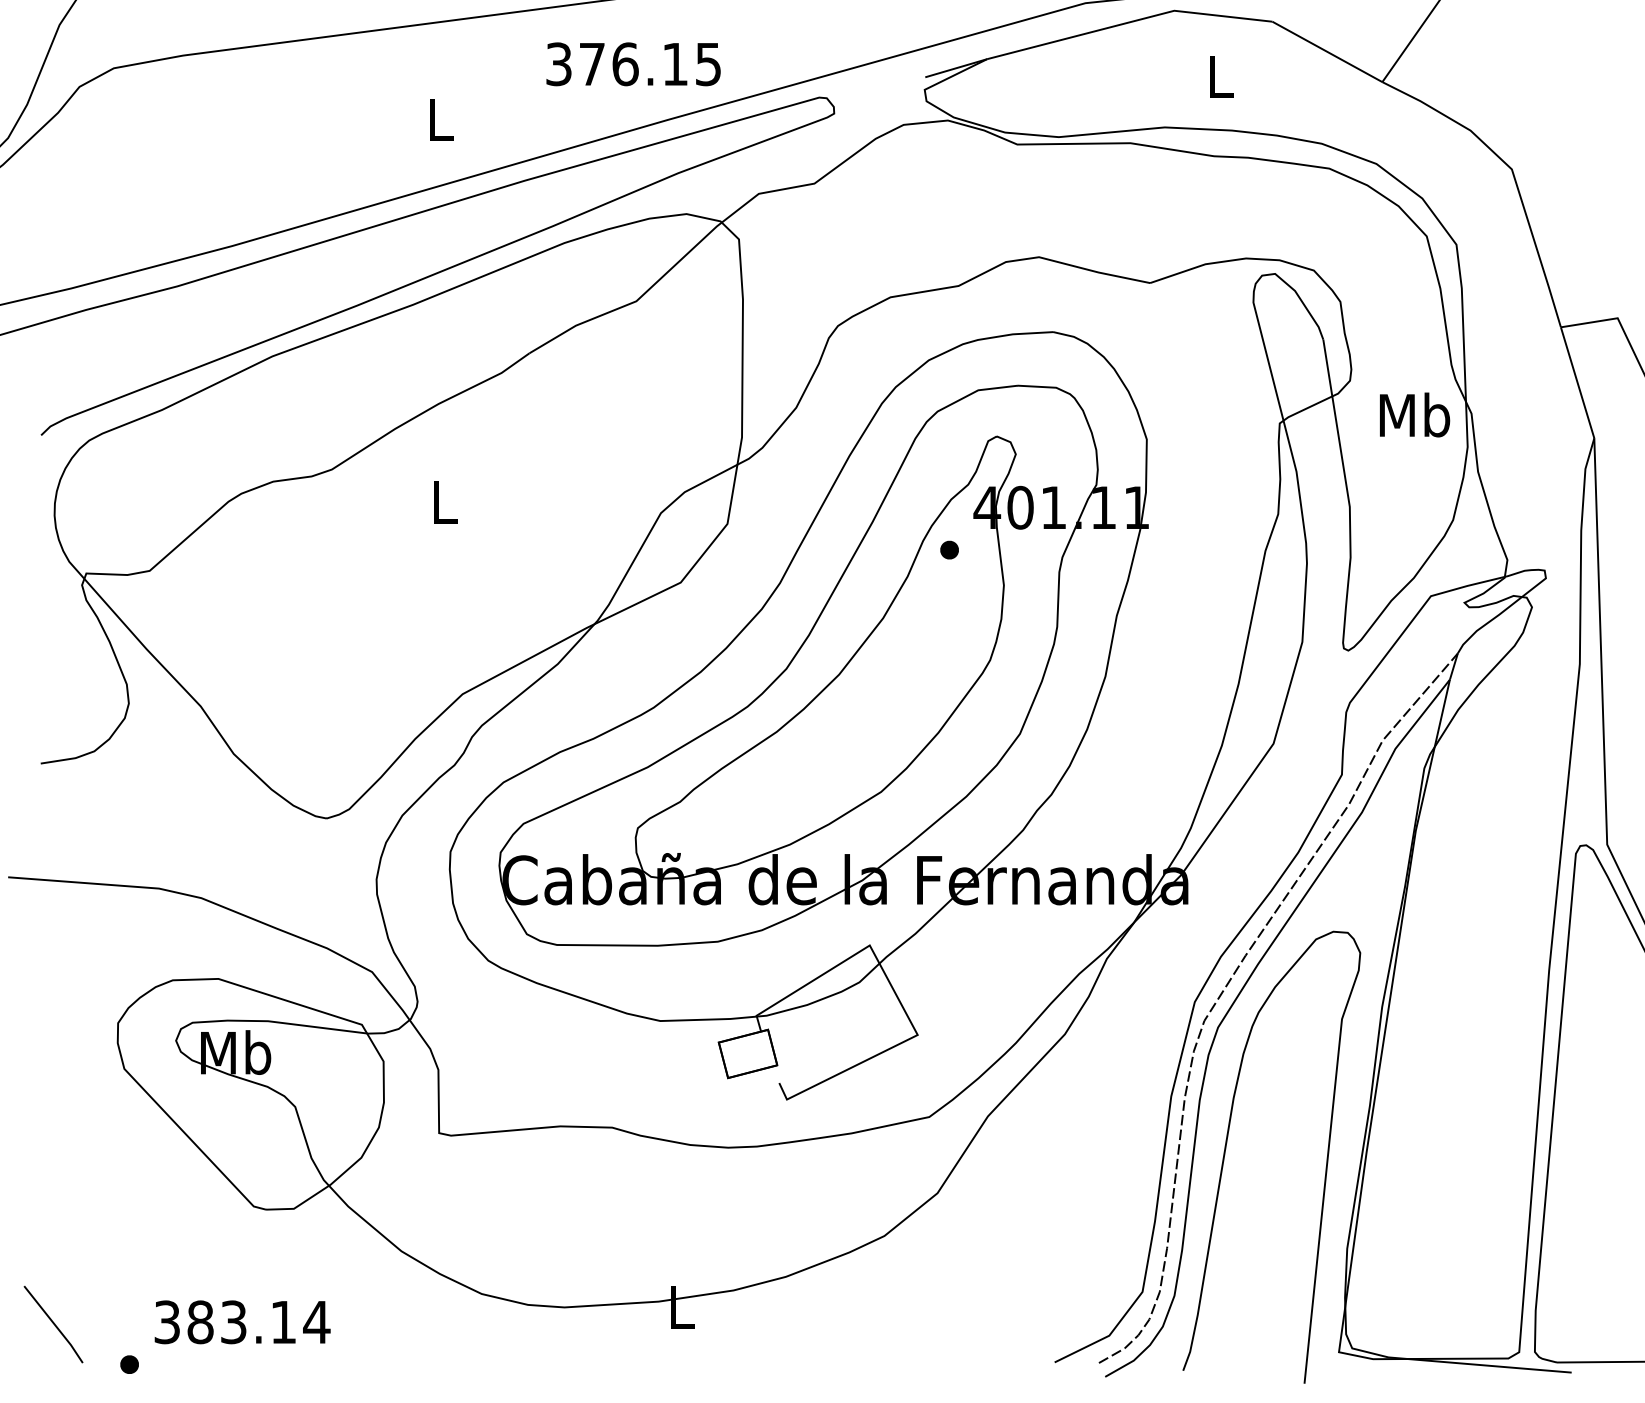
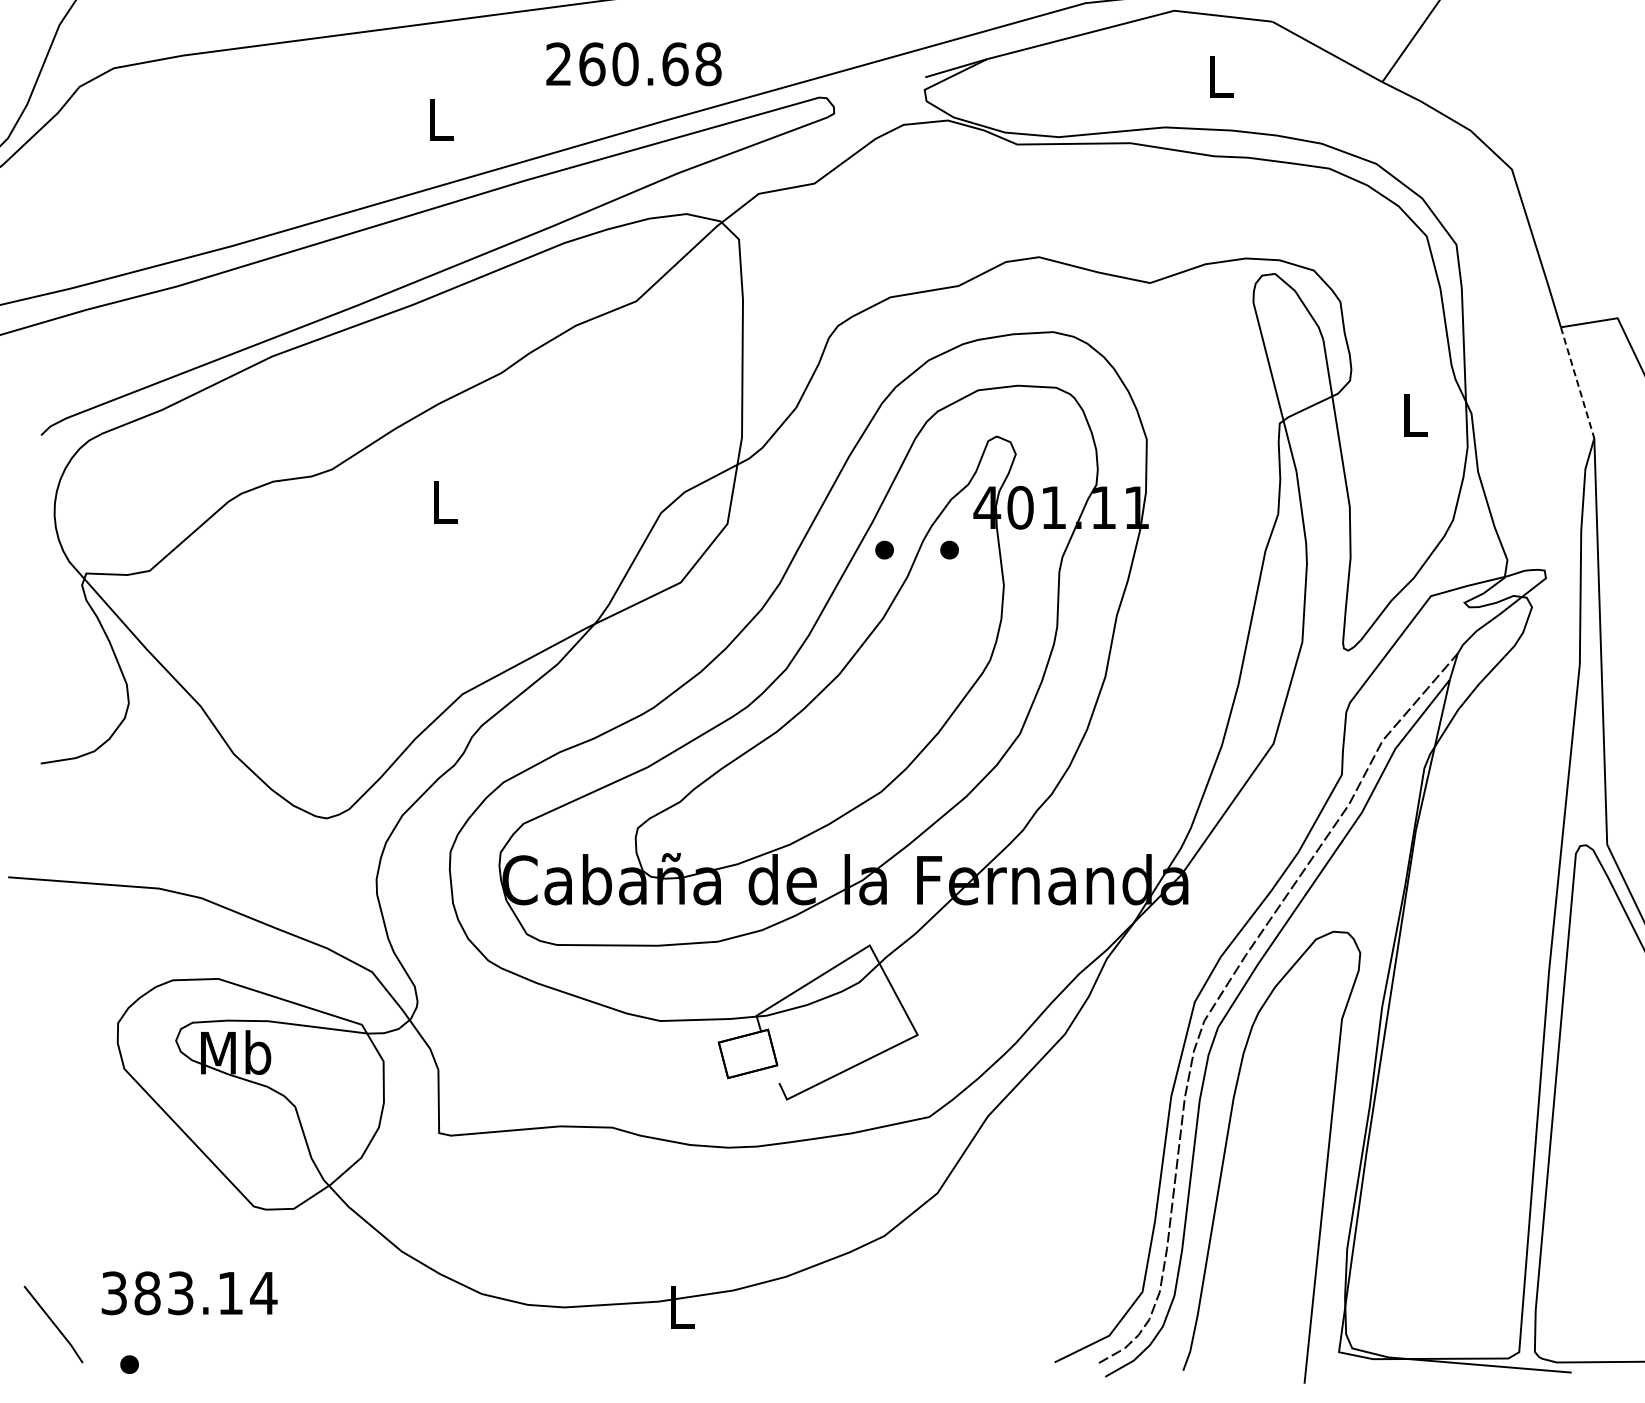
text at (633, 64): 376.15 -> 260.68
line at (1577, 382): solid -> dashed
text at (1414, 414): Mb -> L
part at (884, 549): none -> present
text at (242, 1322) position: (242, 1322) -> (189, 1293)
